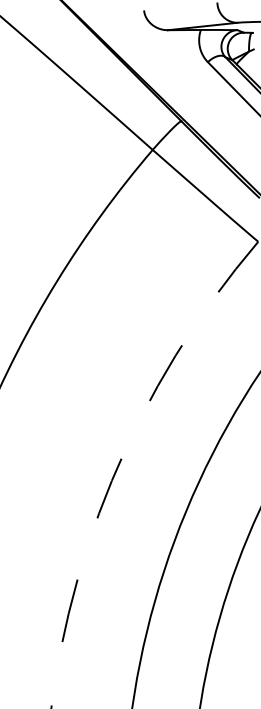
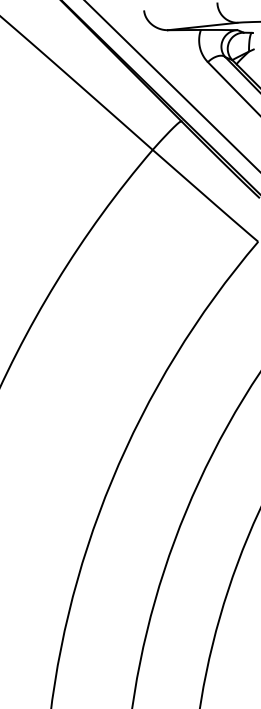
line at (171, 85): none -> present
arc at (120, 460): dashed -> solid
